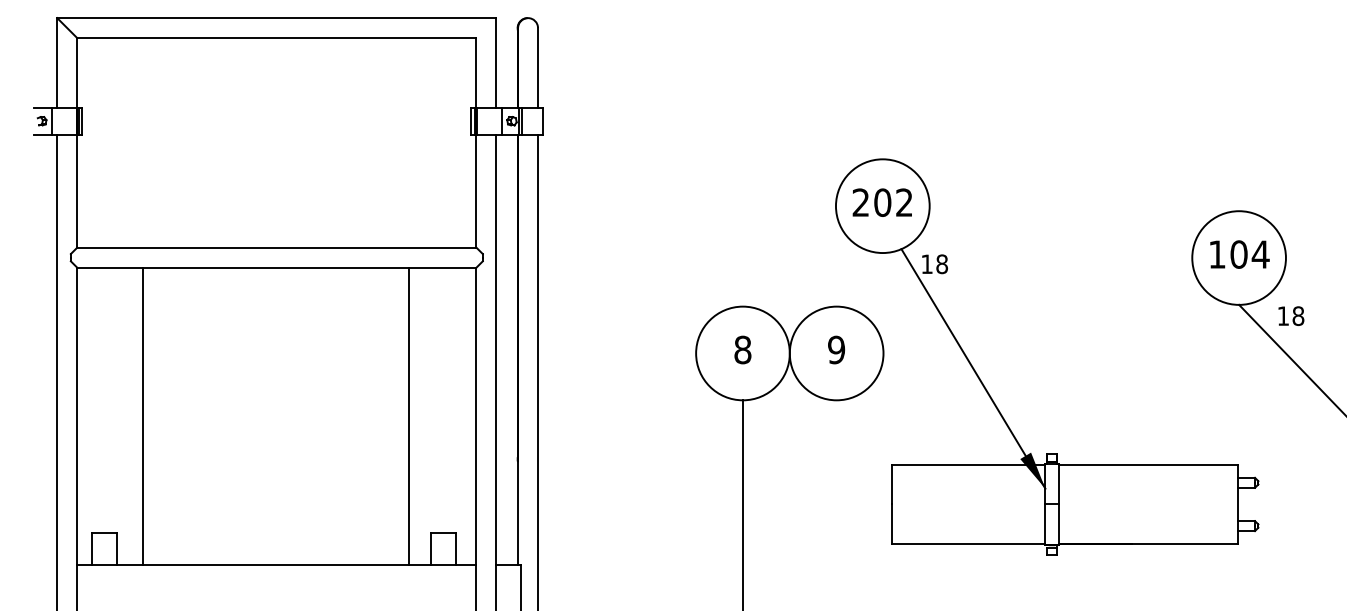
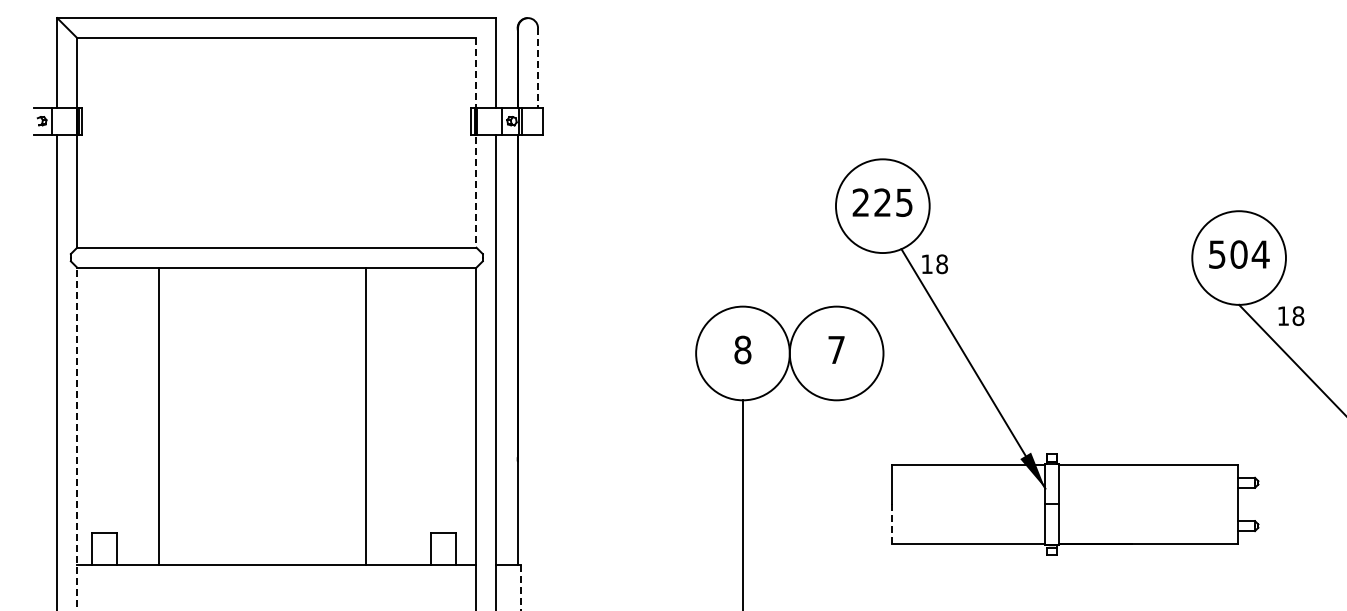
line at (538, 68): solid -> dashed
line at (476, 142): solid -> dashed
text at (893, 202): 202 -> 225
text at (1217, 254): 104 -> 504
text at (836, 349): 9 -> 7
line at (538, 370): present -> none
line at (143, 416) position: (143, 416) -> (159, 416)
line at (409, 416) position: (409, 416) -> (366, 416)
line at (77, 438): solid -> dashed
line at (892, 524): solid -> dashed
line at (520, 588): solid -> dashed
